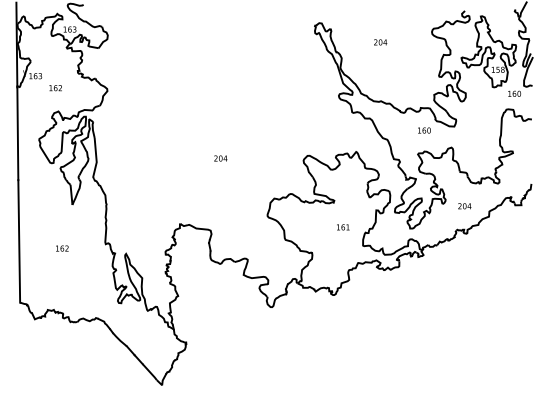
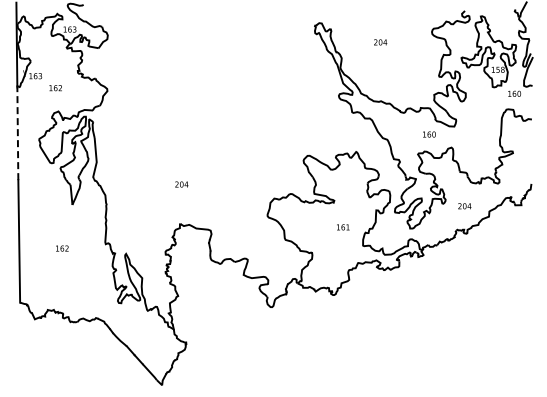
text at (424, 130) position: (424, 130) -> (429, 134)
line at (17, 133): solid -> dashed
text at (220, 158) position: (220, 158) -> (181, 184)
